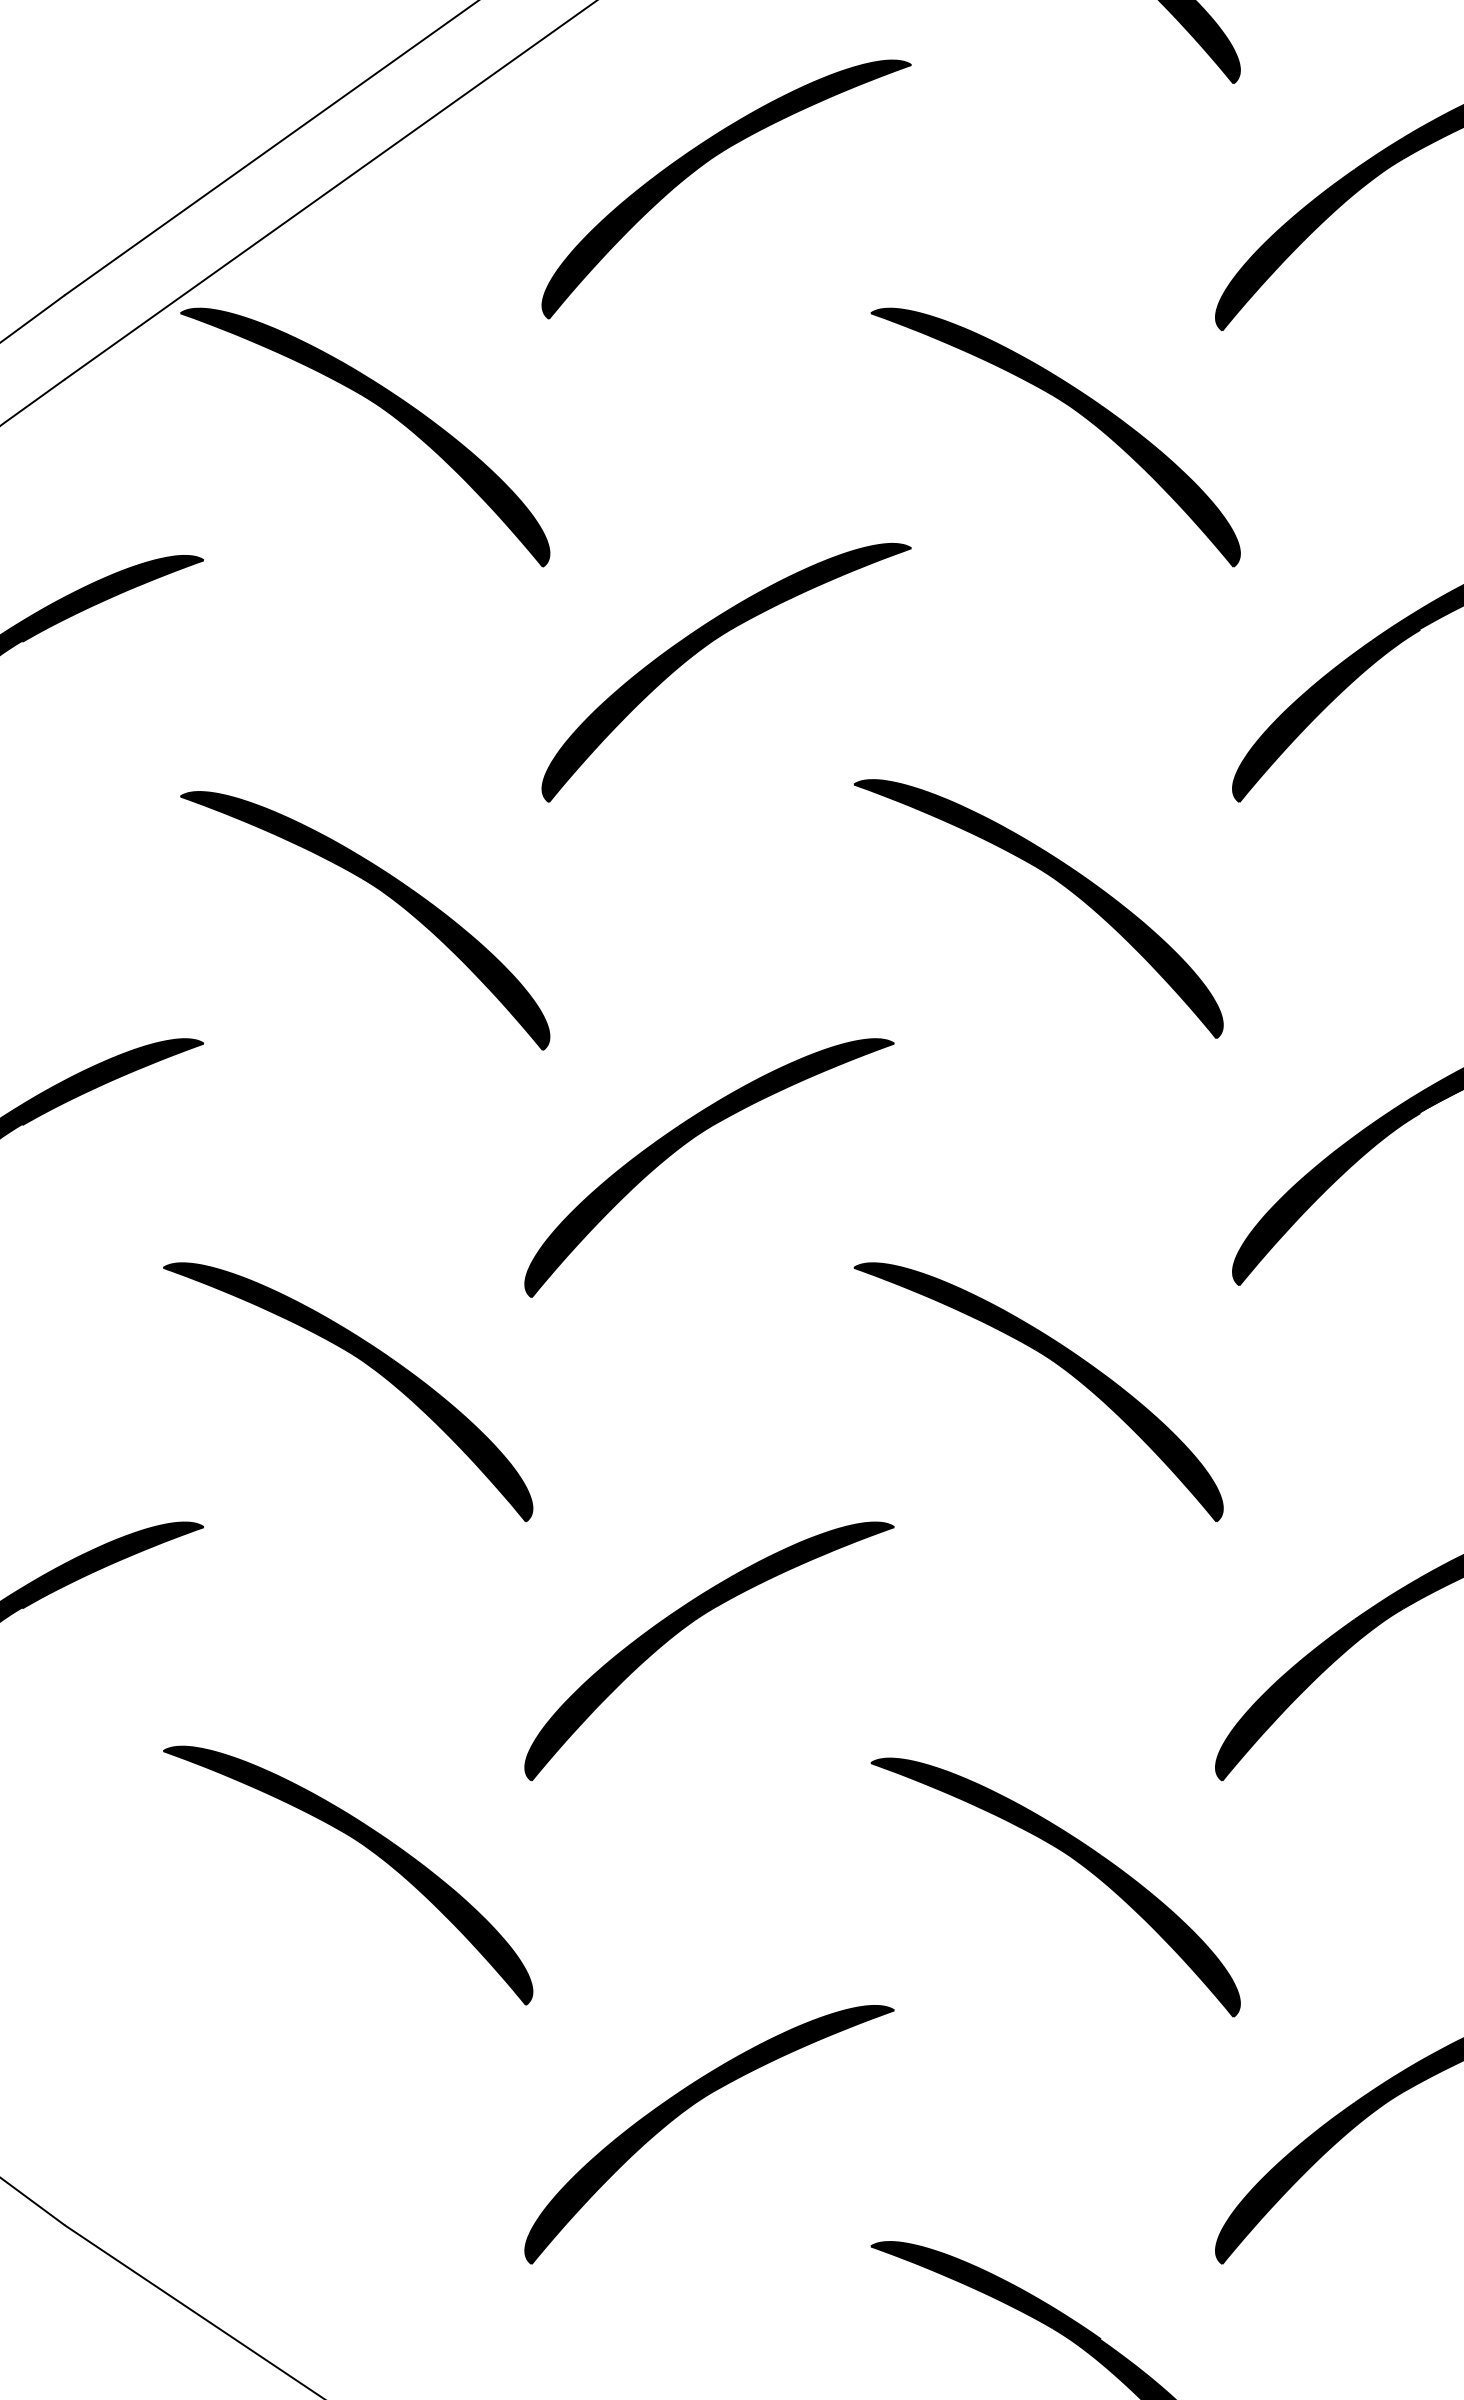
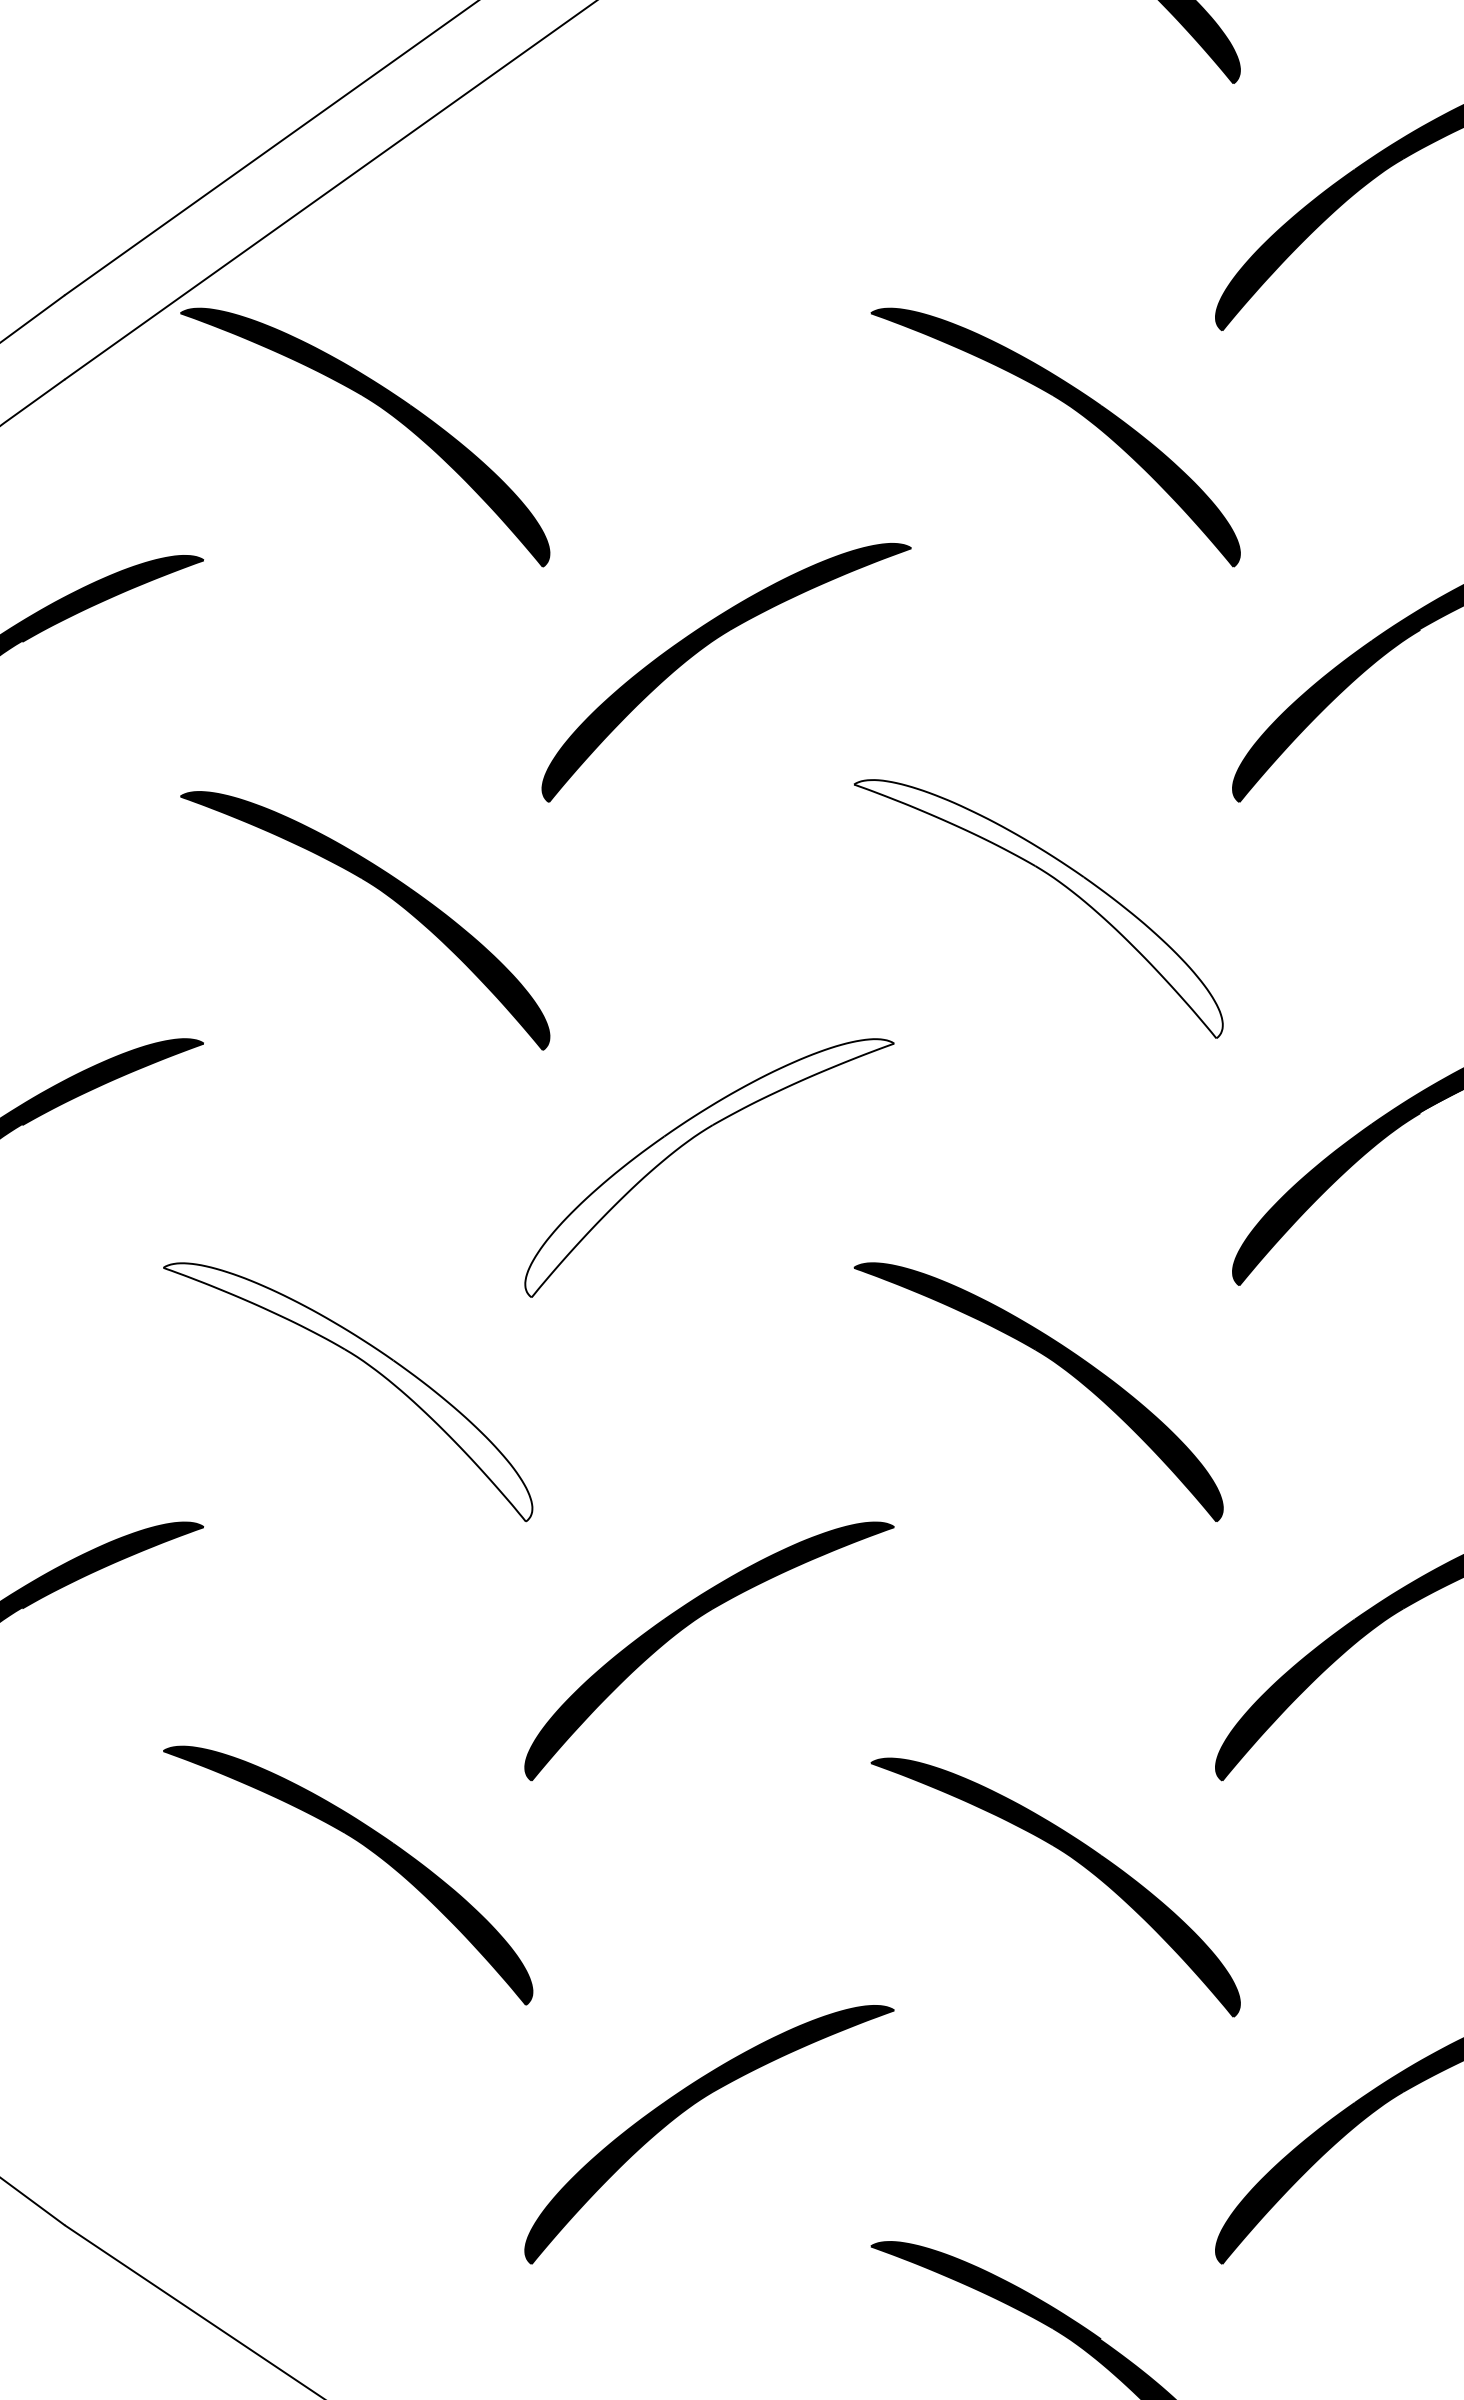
part at (707, 162): present -> none
fill at (1038, 909): present -> none
fill at (709, 1168): present -> none
fill at (347, 1392): present -> none
